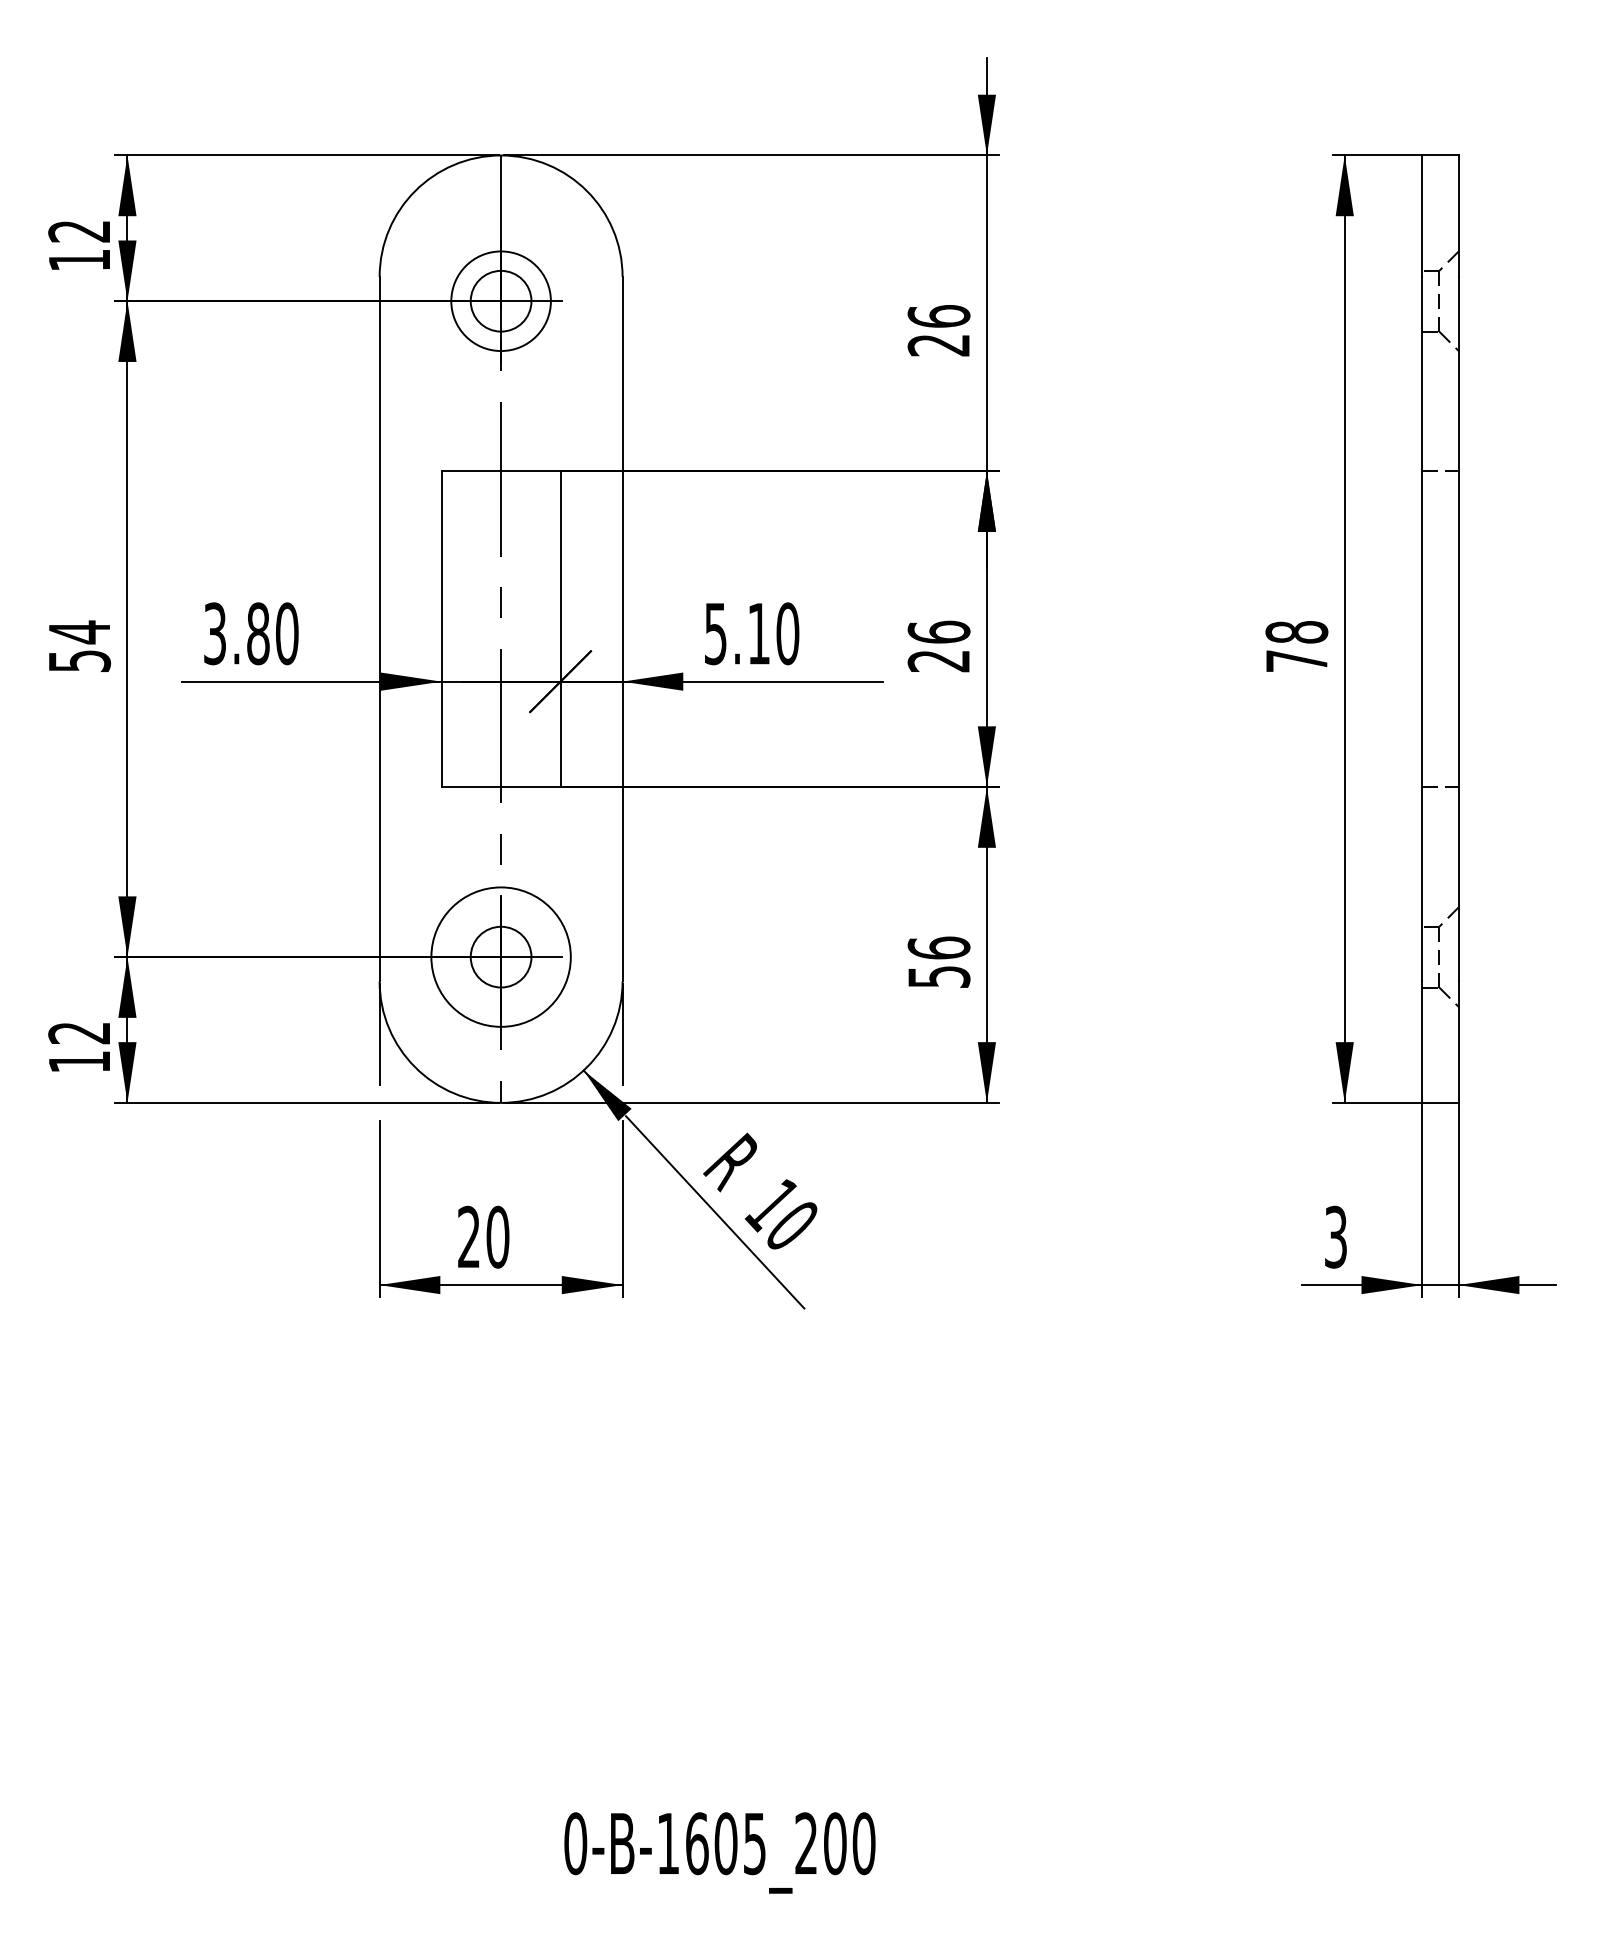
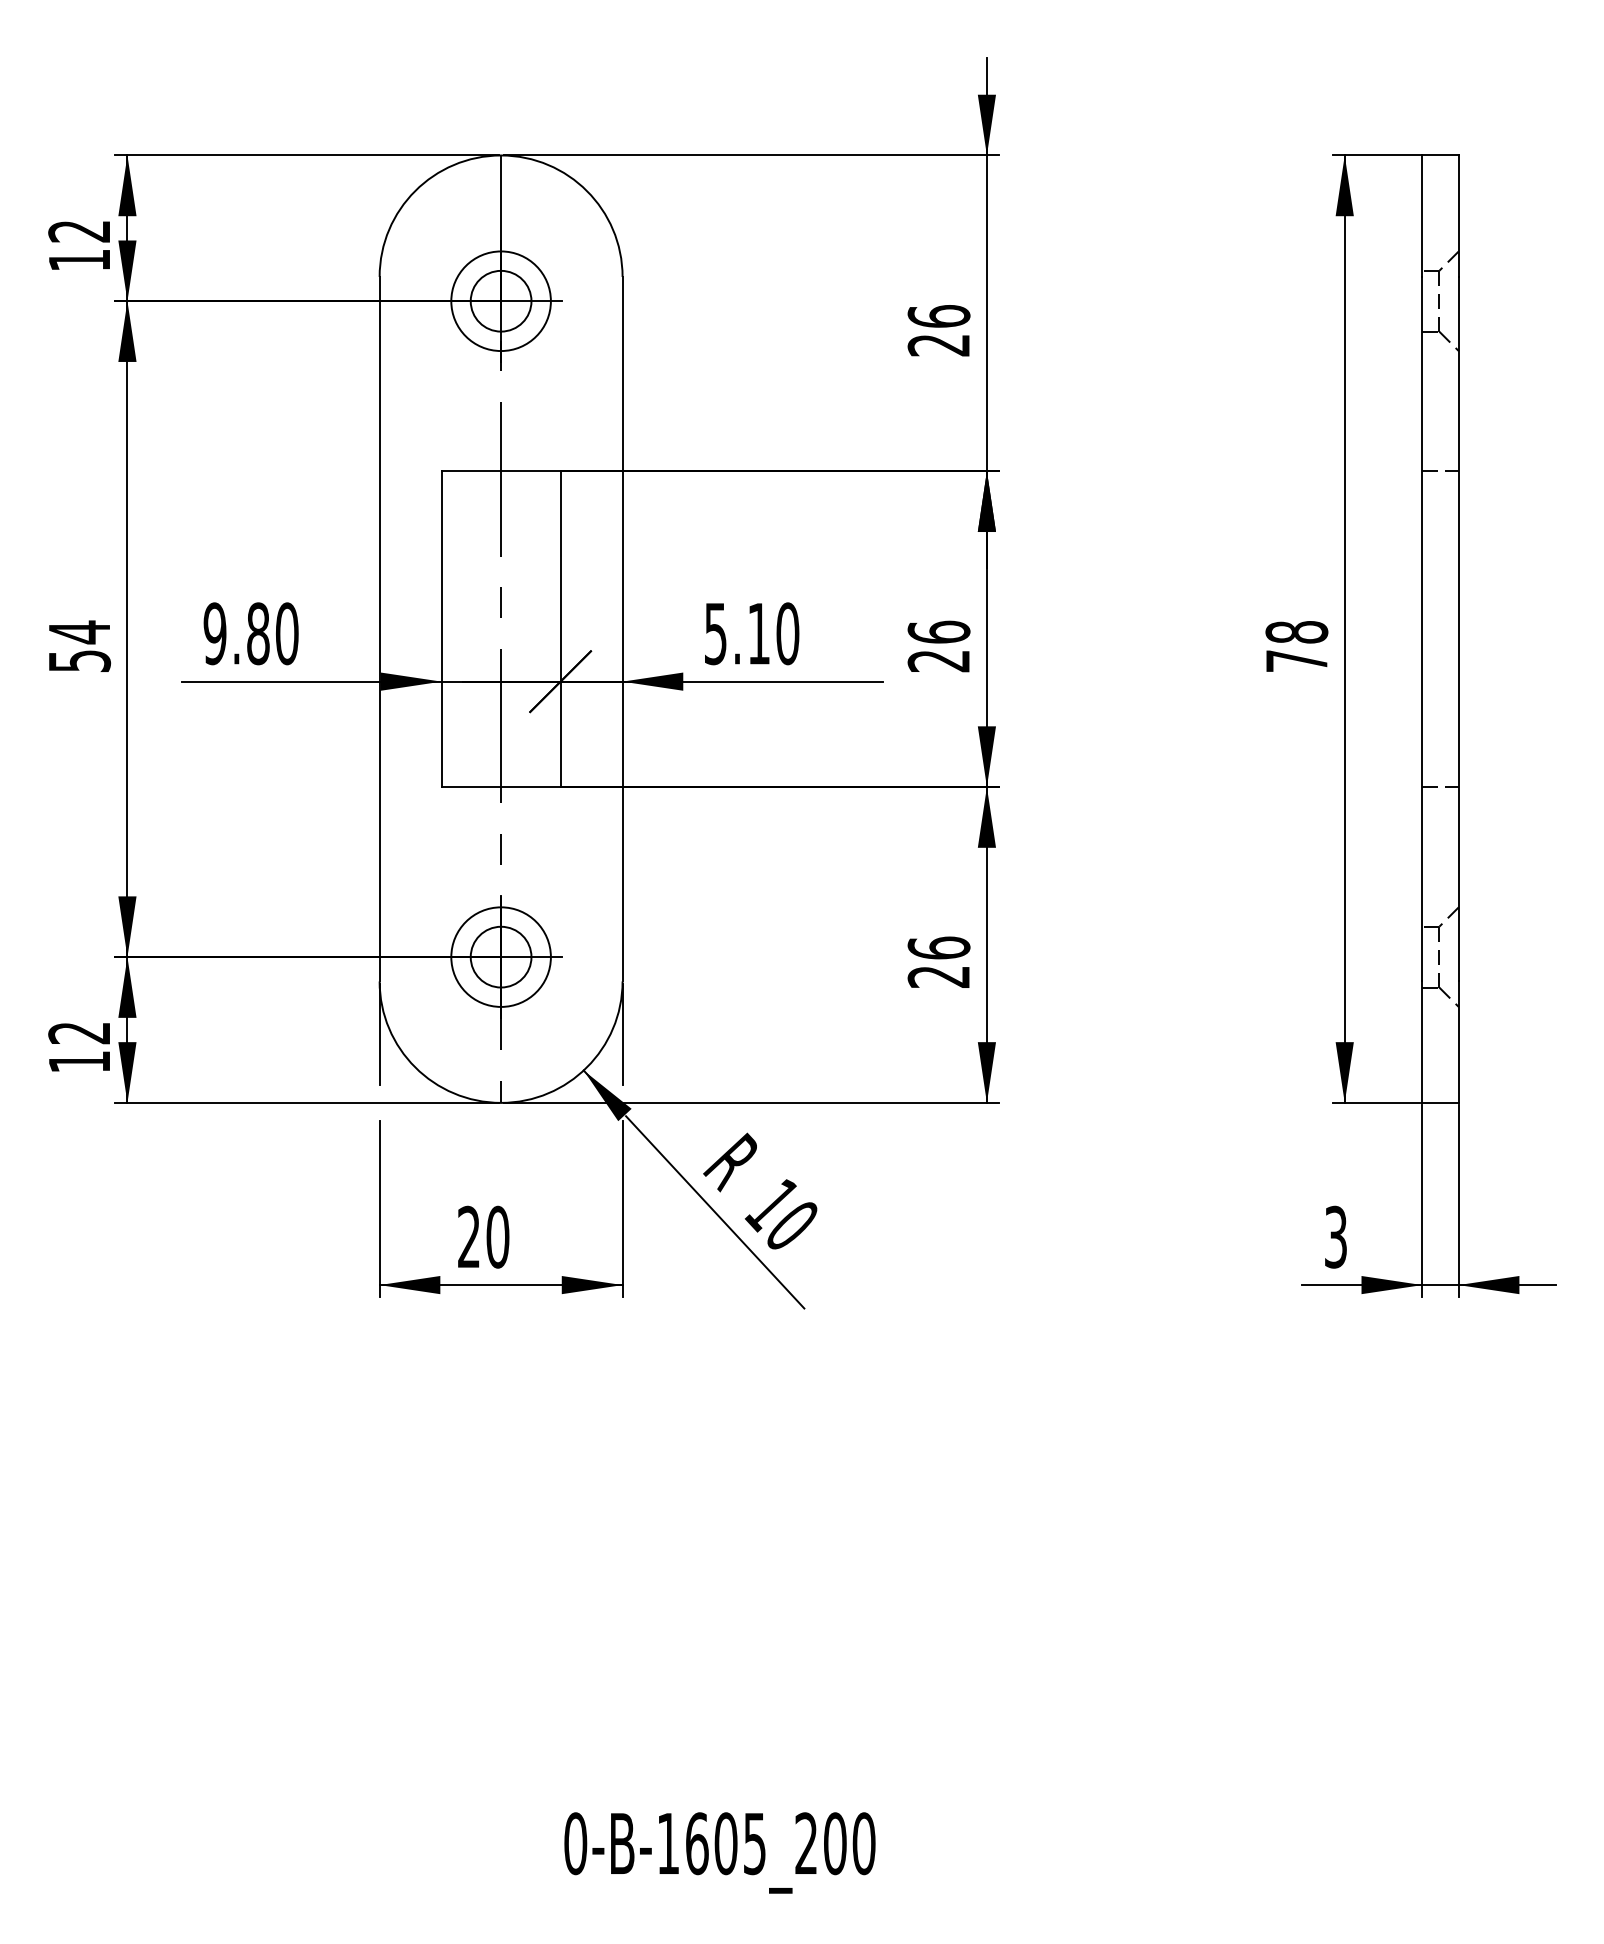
text at (214, 633): 3.80 -> 9.80
circle at (500, 956) diameter: 139 px -> 100 px
text at (938, 976): 56 -> 26
